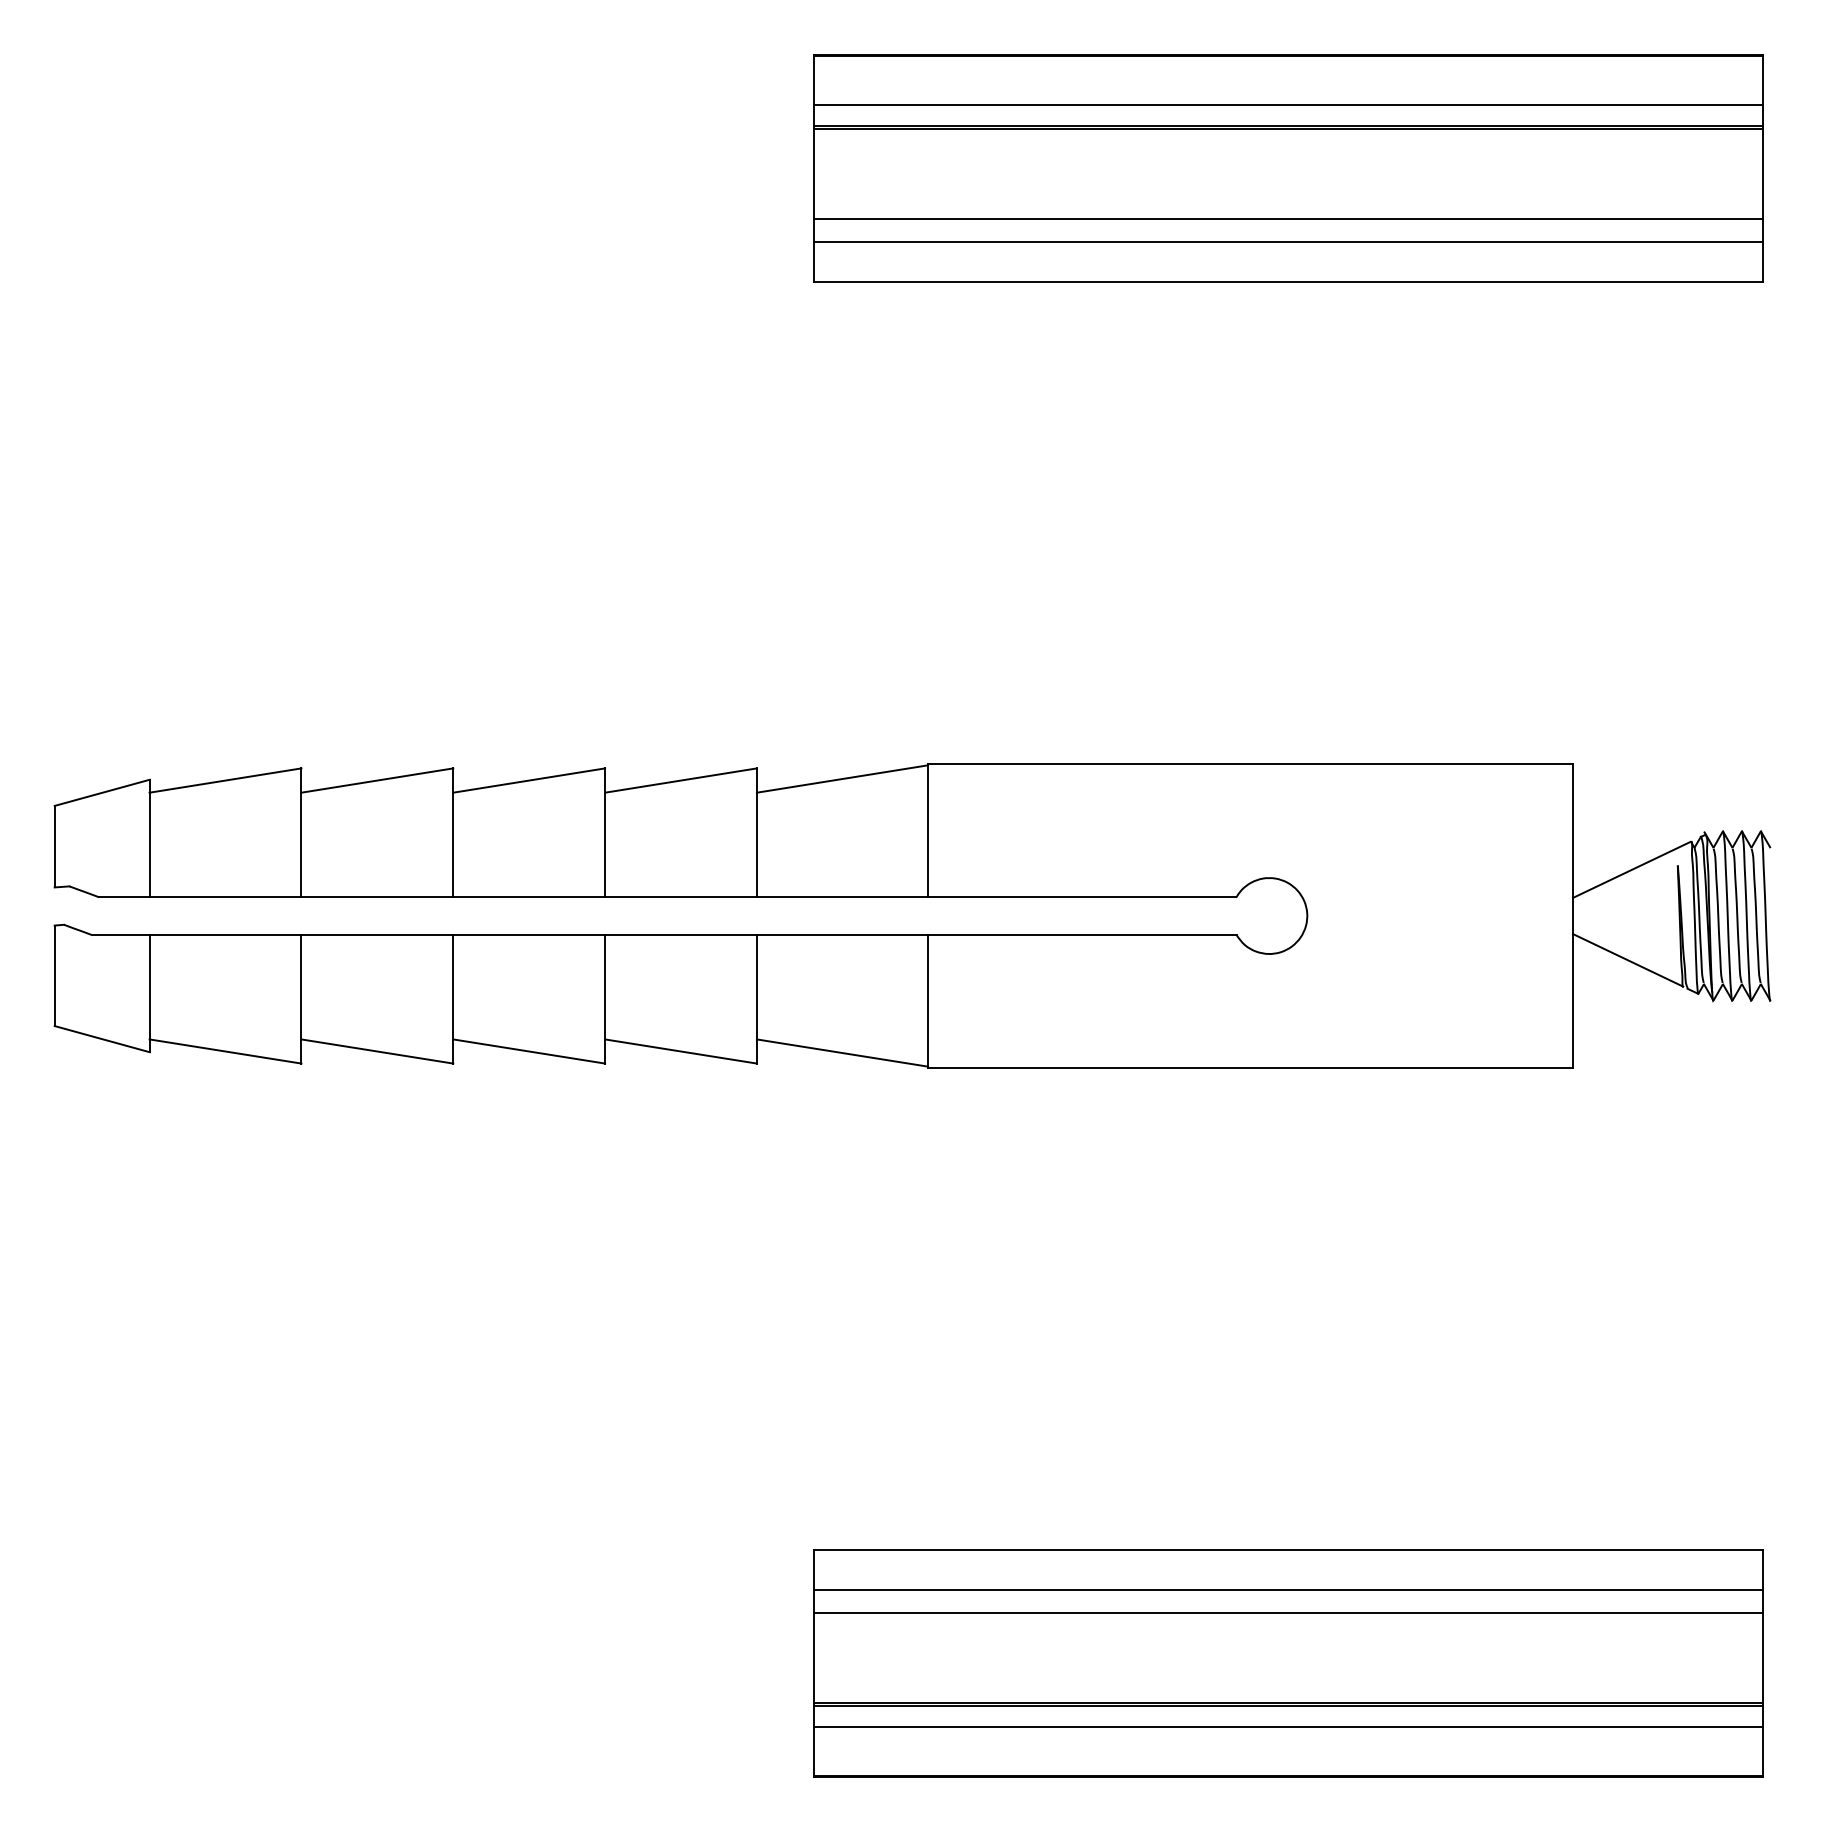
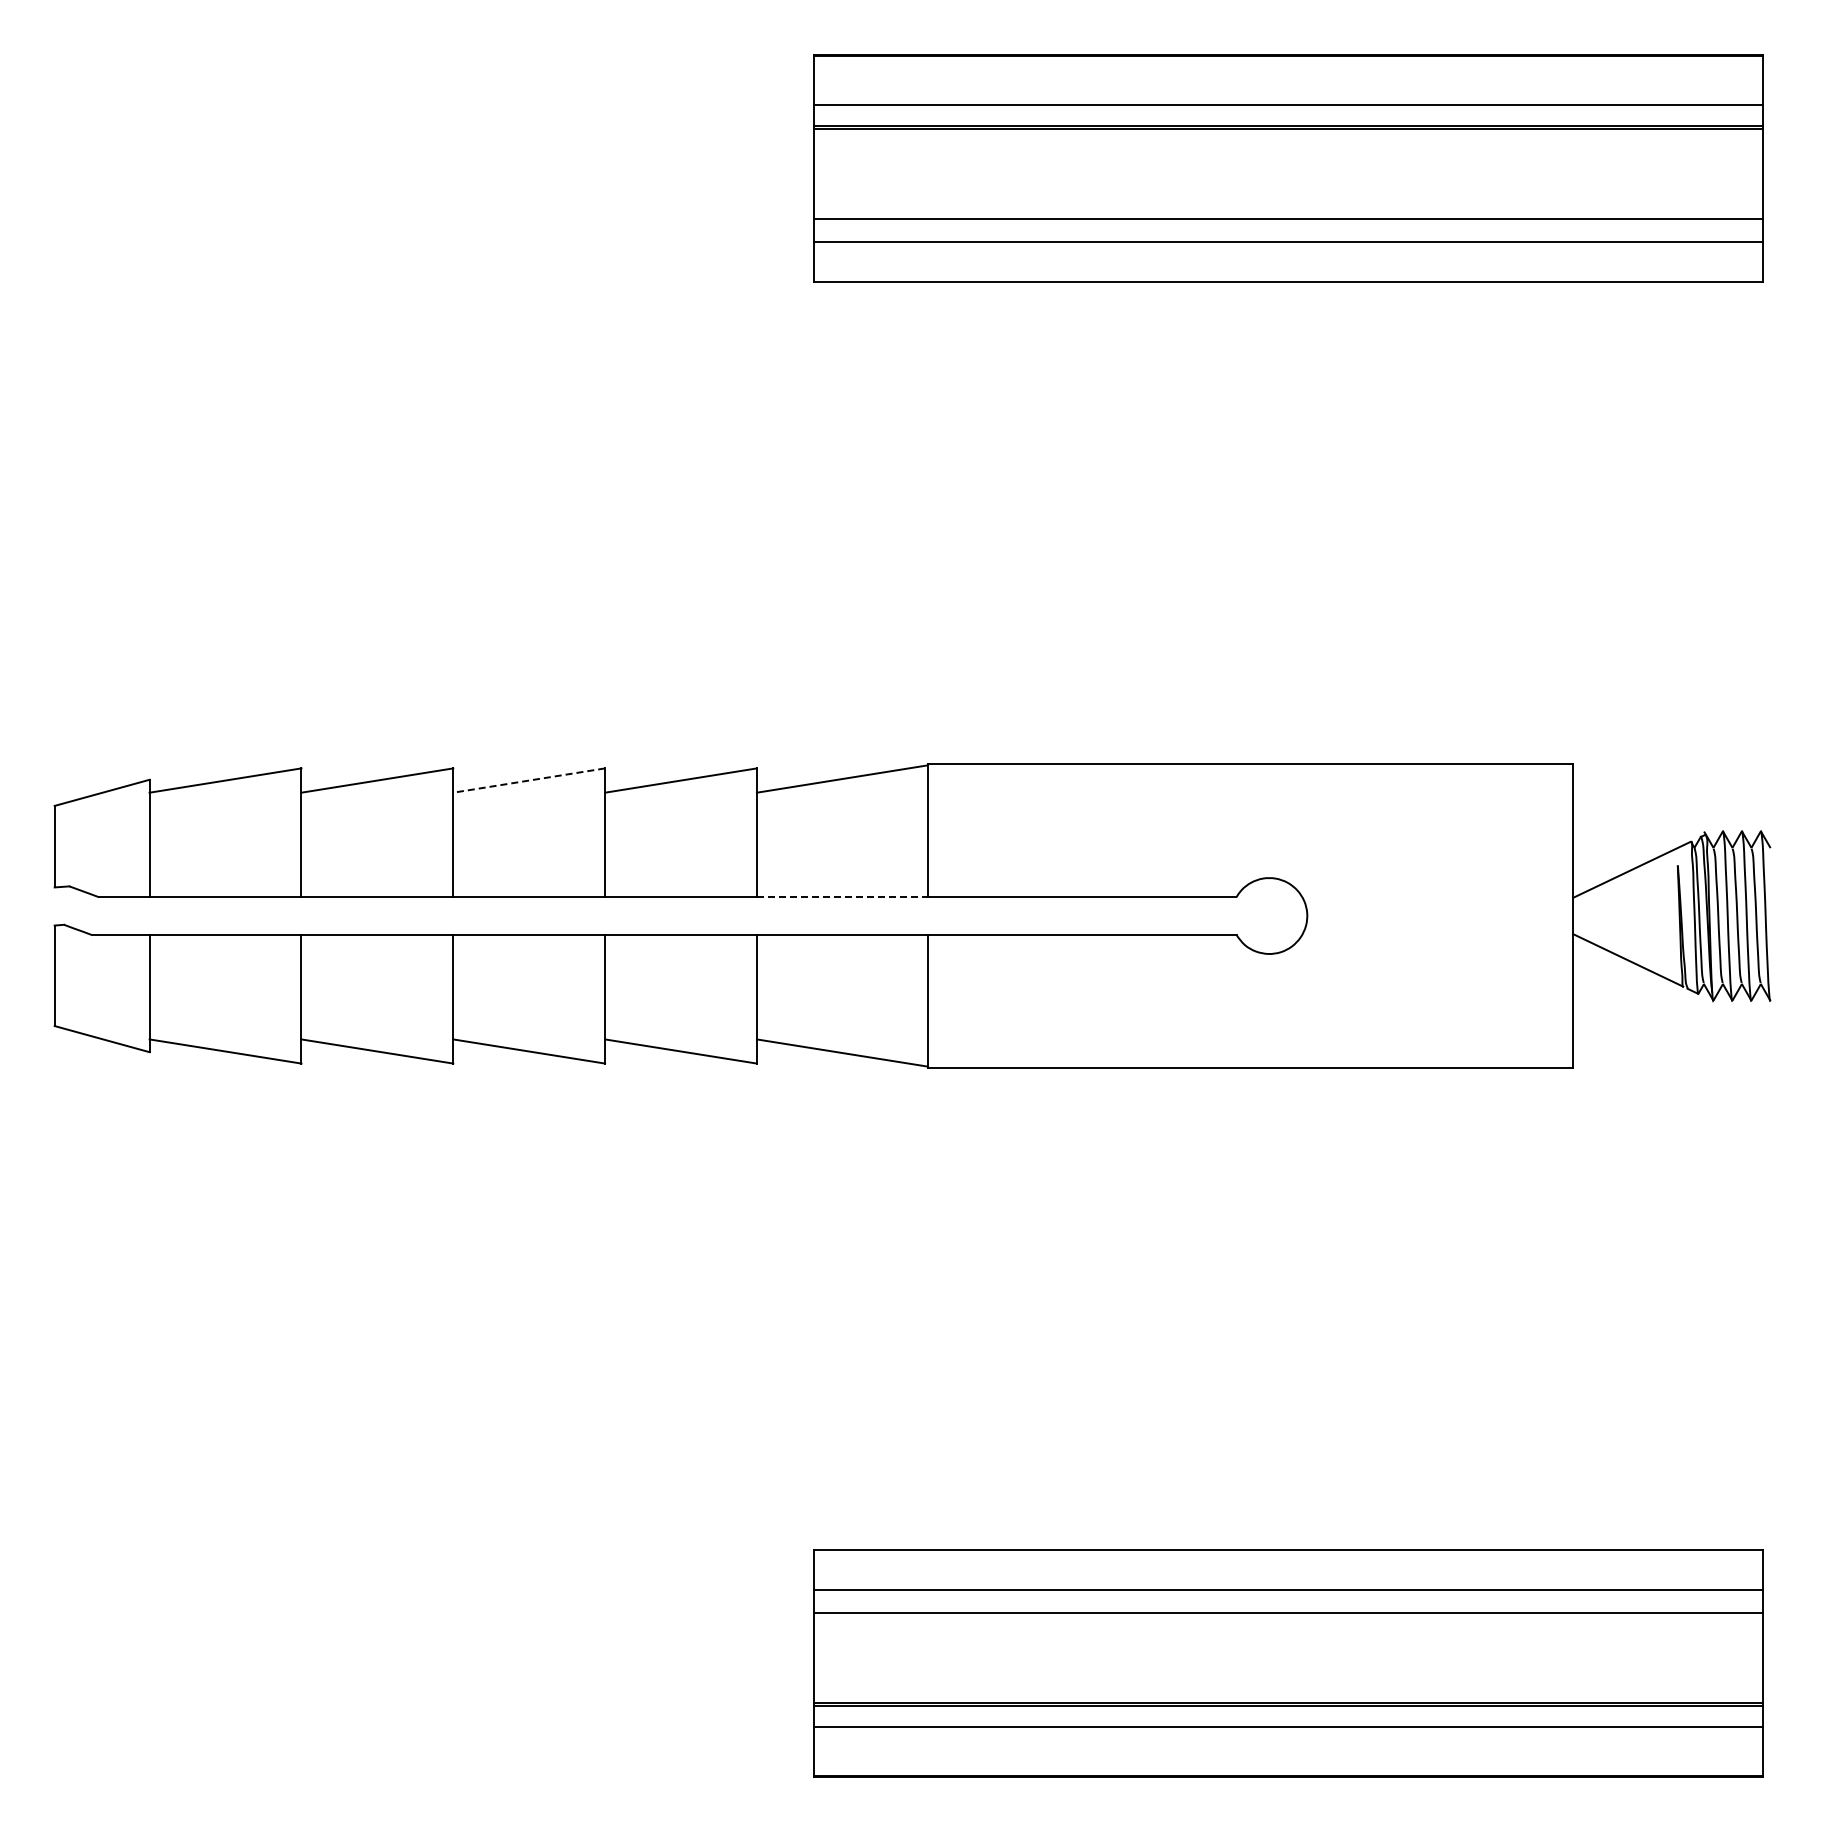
line at (529, 780): solid -> dashed
line at (842, 897): solid -> dashed
